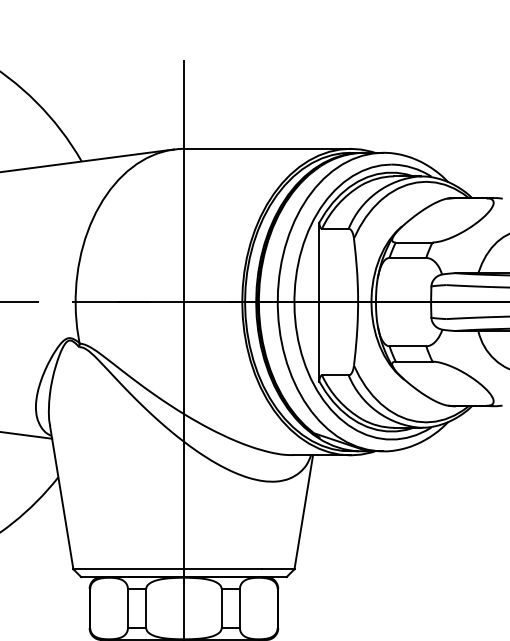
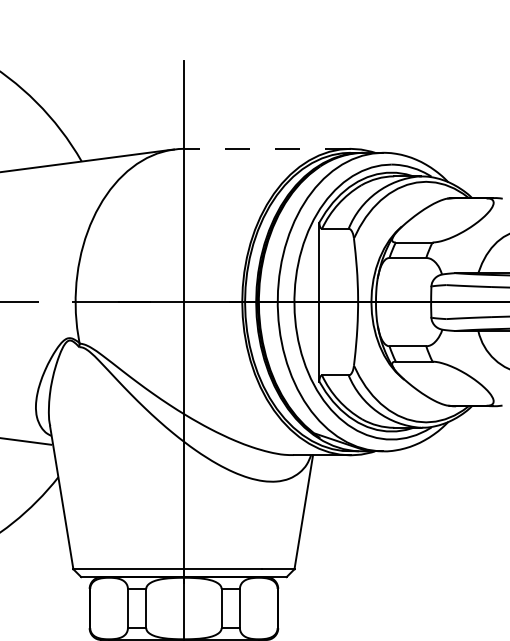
line at (266, 148): solid -> dashed
line at (27, 435) position: (27, 435) -> (26, 441)
